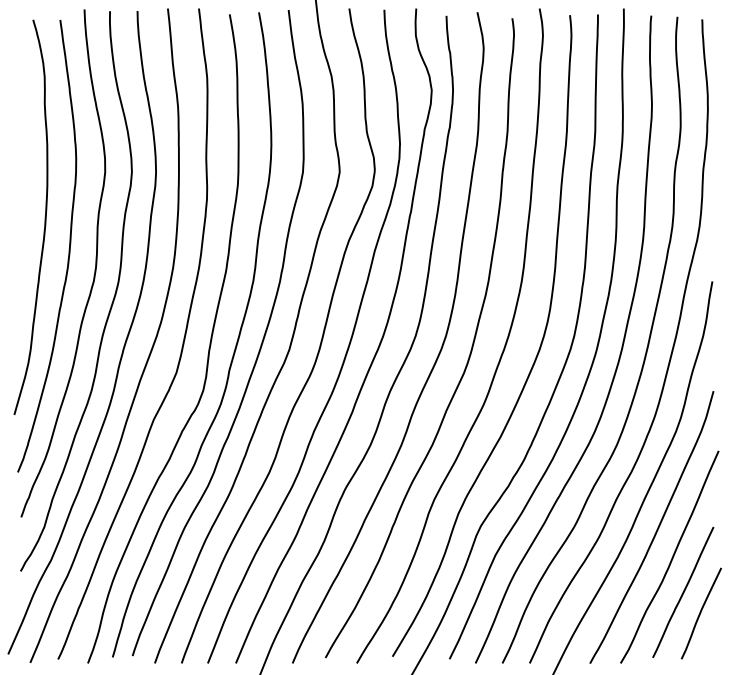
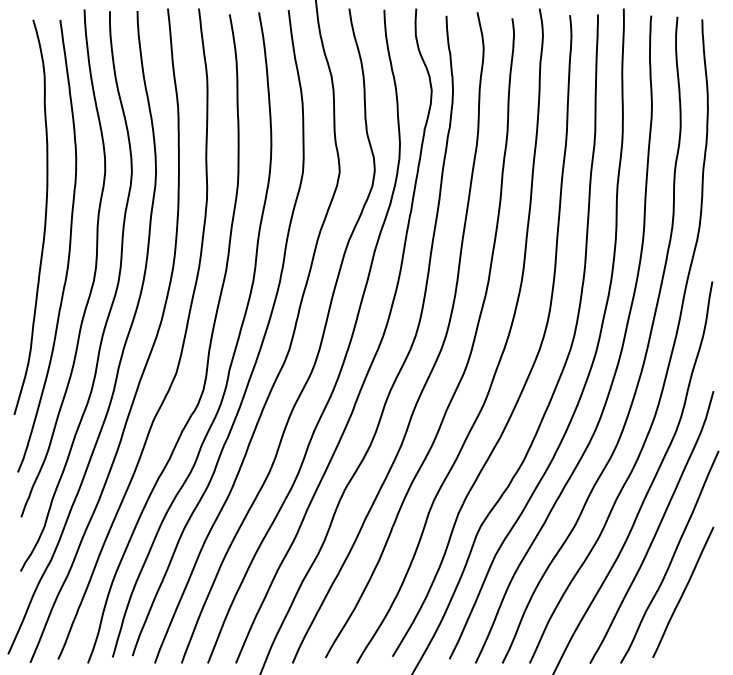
curve at (700, 613): present -> none
